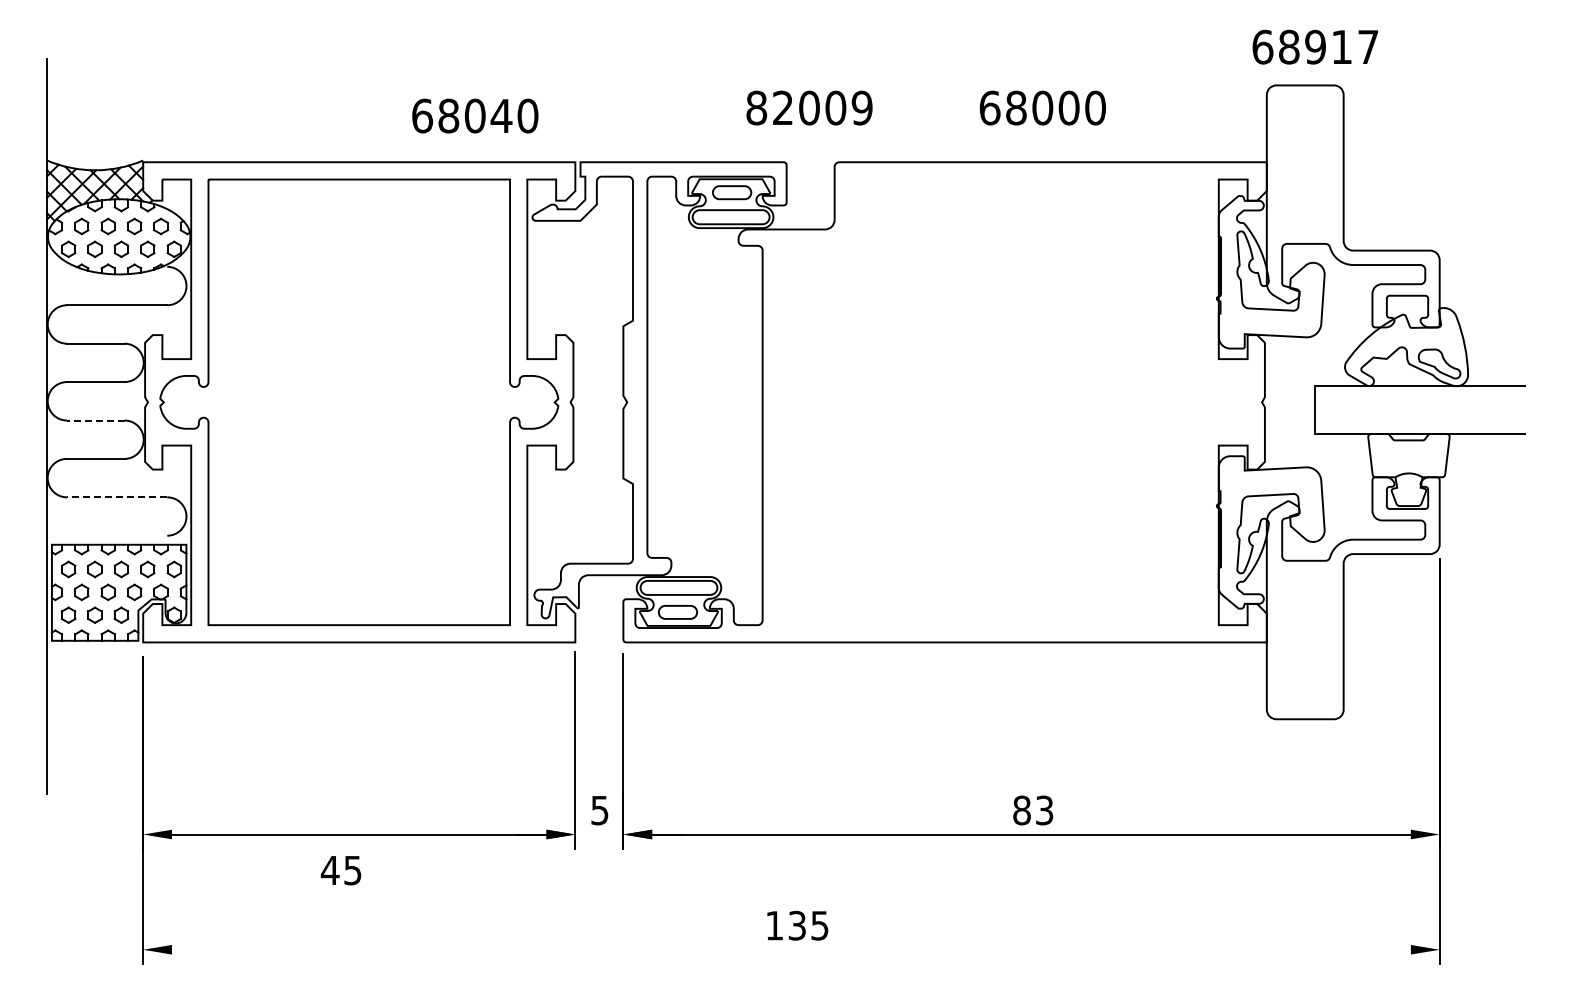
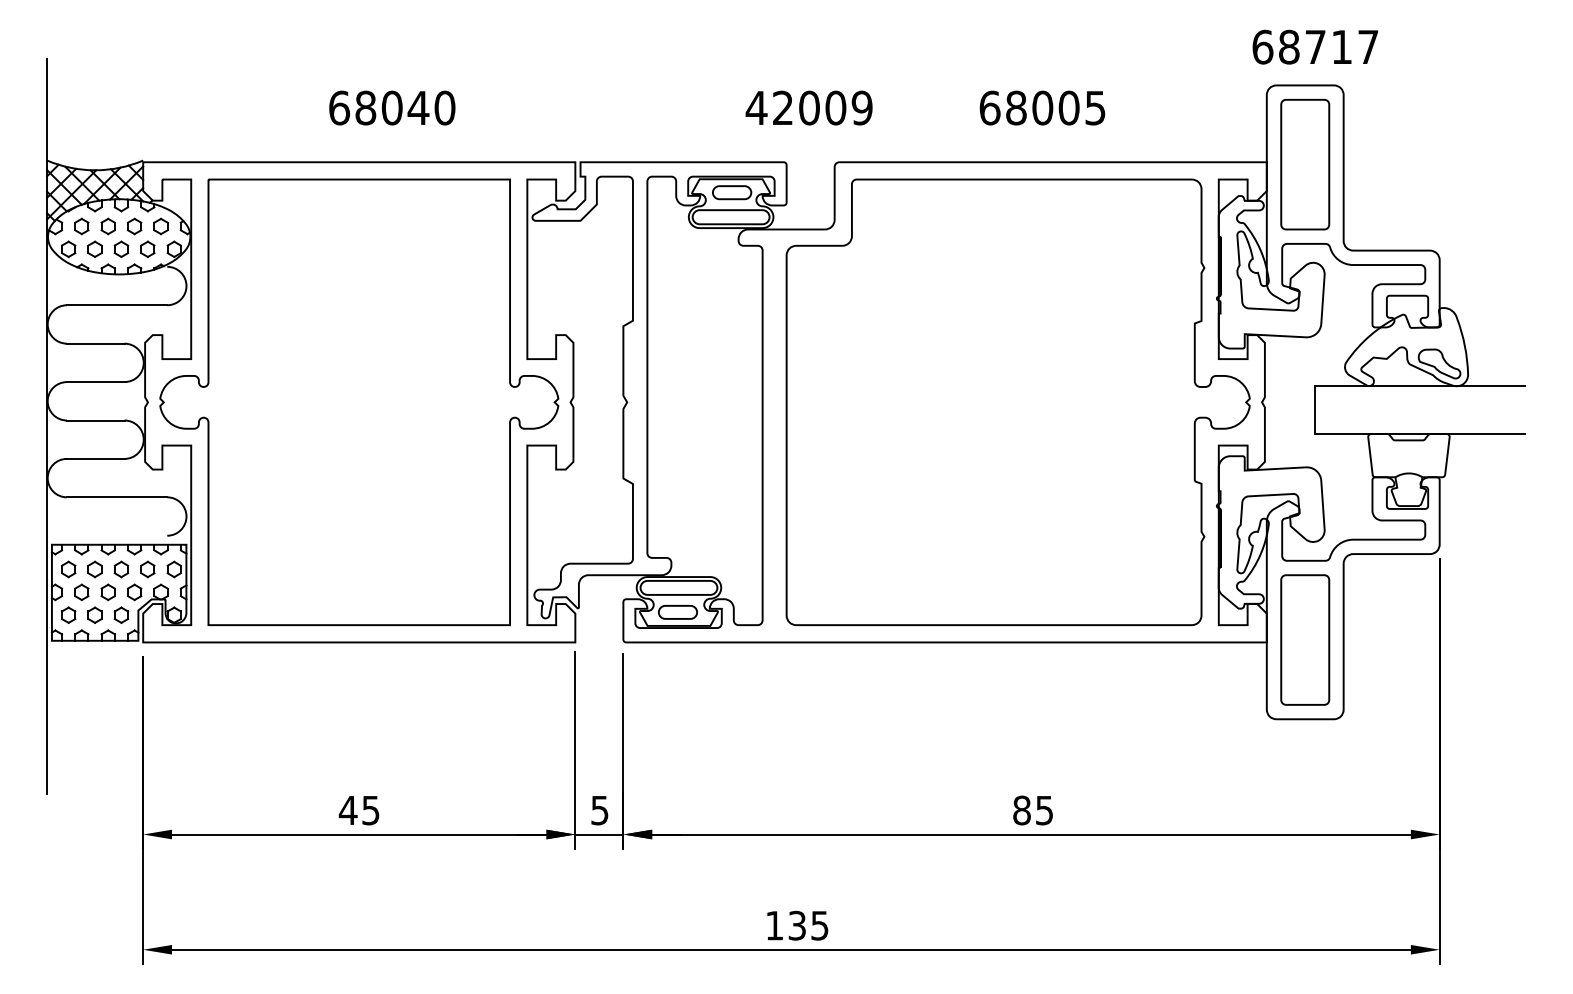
text at (1315, 46): 68917 -> 68717
text at (756, 107): 82009 -> 42009
text at (1095, 107): 68000 -> 68005
text at (475, 115) position: (475, 115) -> (392, 107)
part at (1305, 164): none -> present
part at (1017, 401): none -> present
line at (95, 420): dashed -> solid
line at (116, 497): dashed -> solid
part at (1305, 639): none -> present
text at (1044, 809): 83 -> 85
line at (599, 834): none -> present
text at (340, 870) position: (340, 870) -> (358, 810)
line at (791, 949): none -> present
